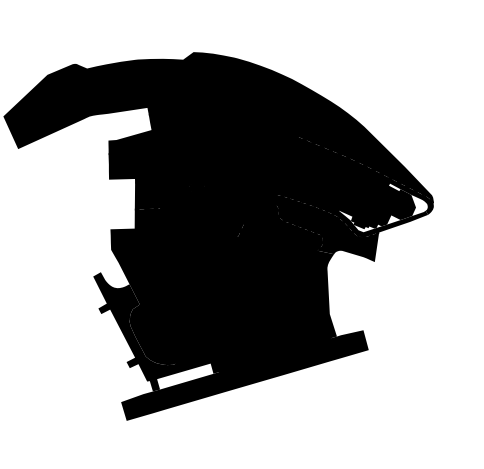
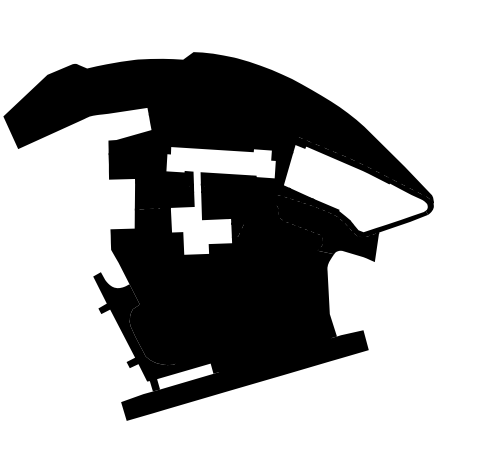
fill at (349, 186): present -> none
fill at (220, 200): present -> none
